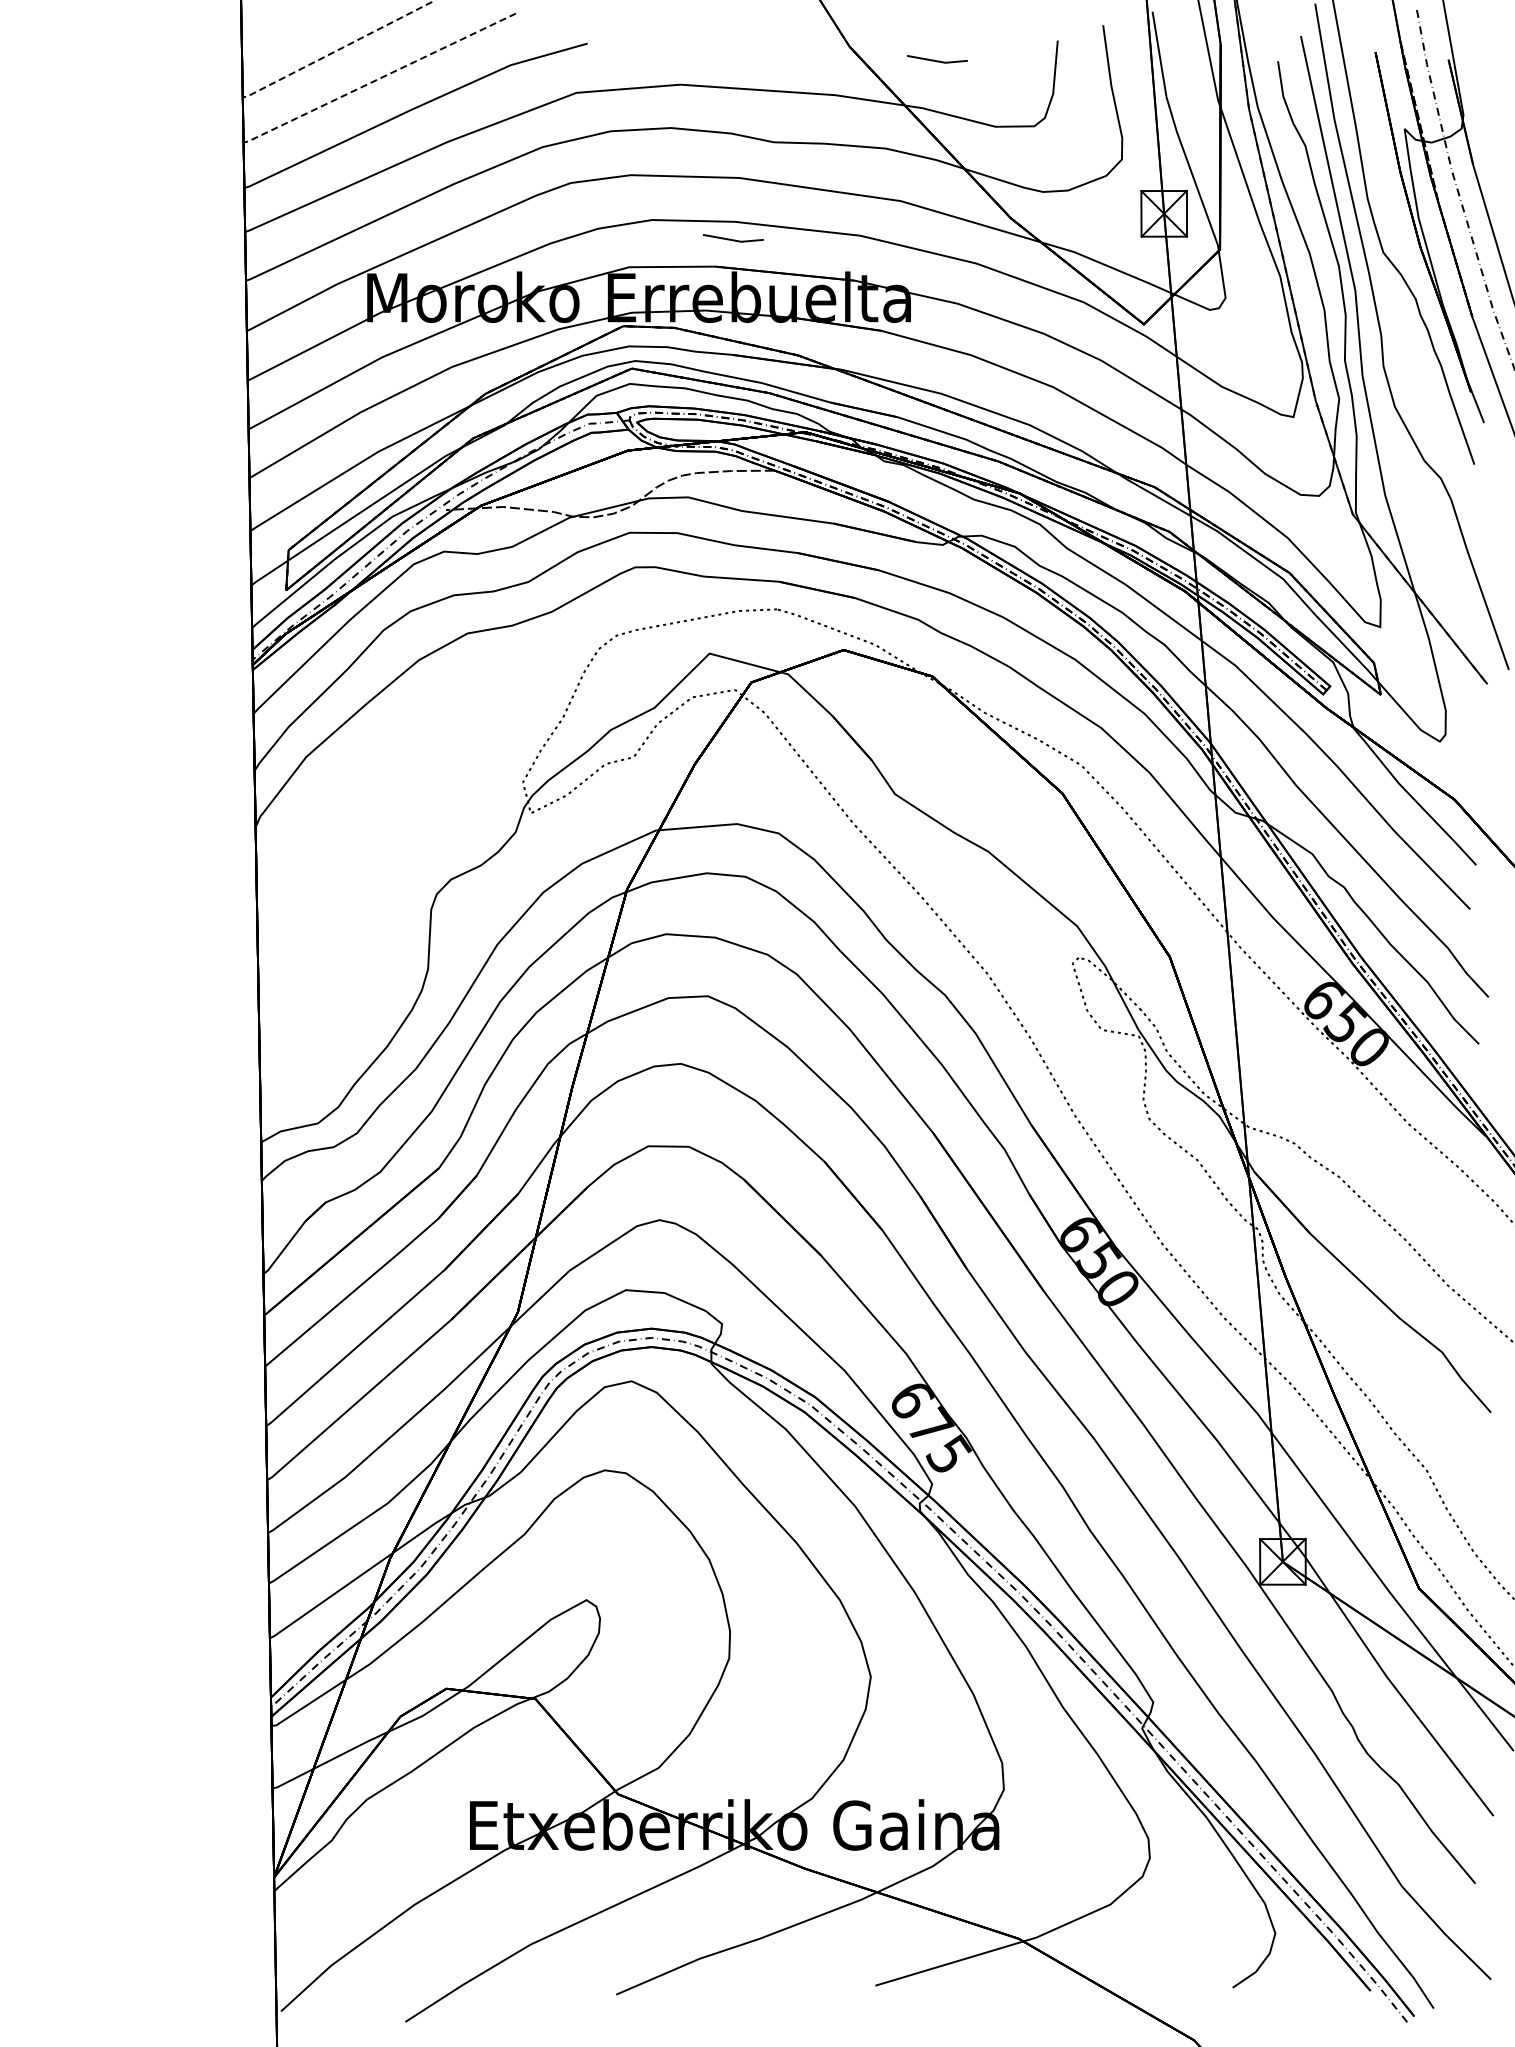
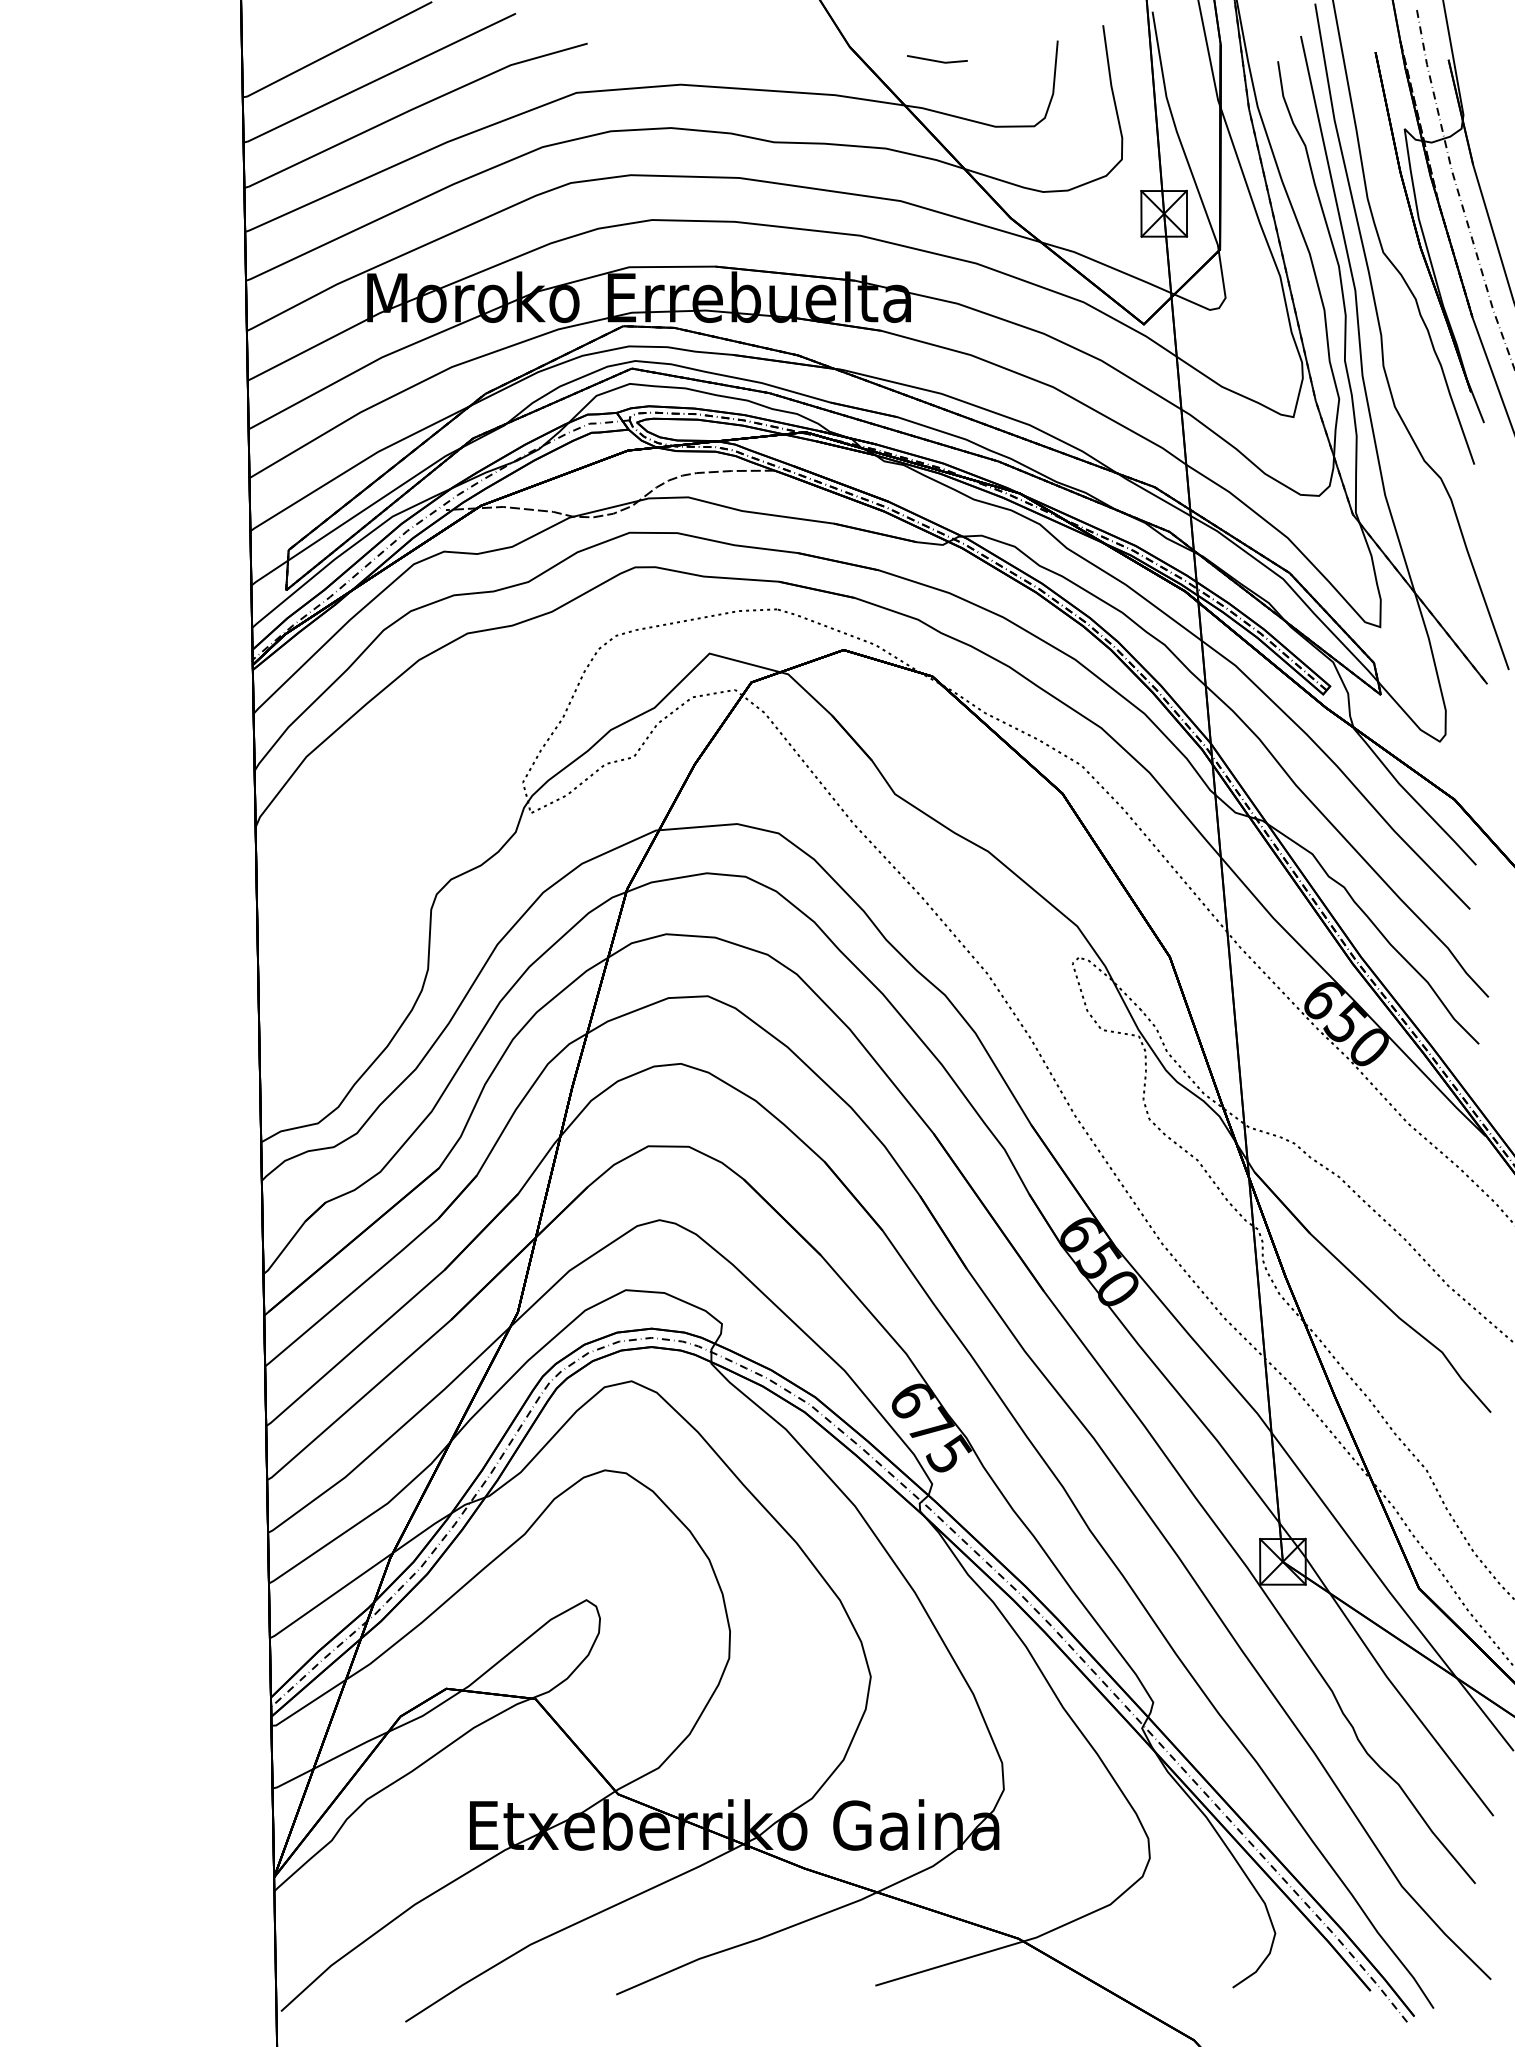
line at (337, 50): dashed -> solid
line at (378, 79): dashed -> solid
line at (733, 239): present -> none
